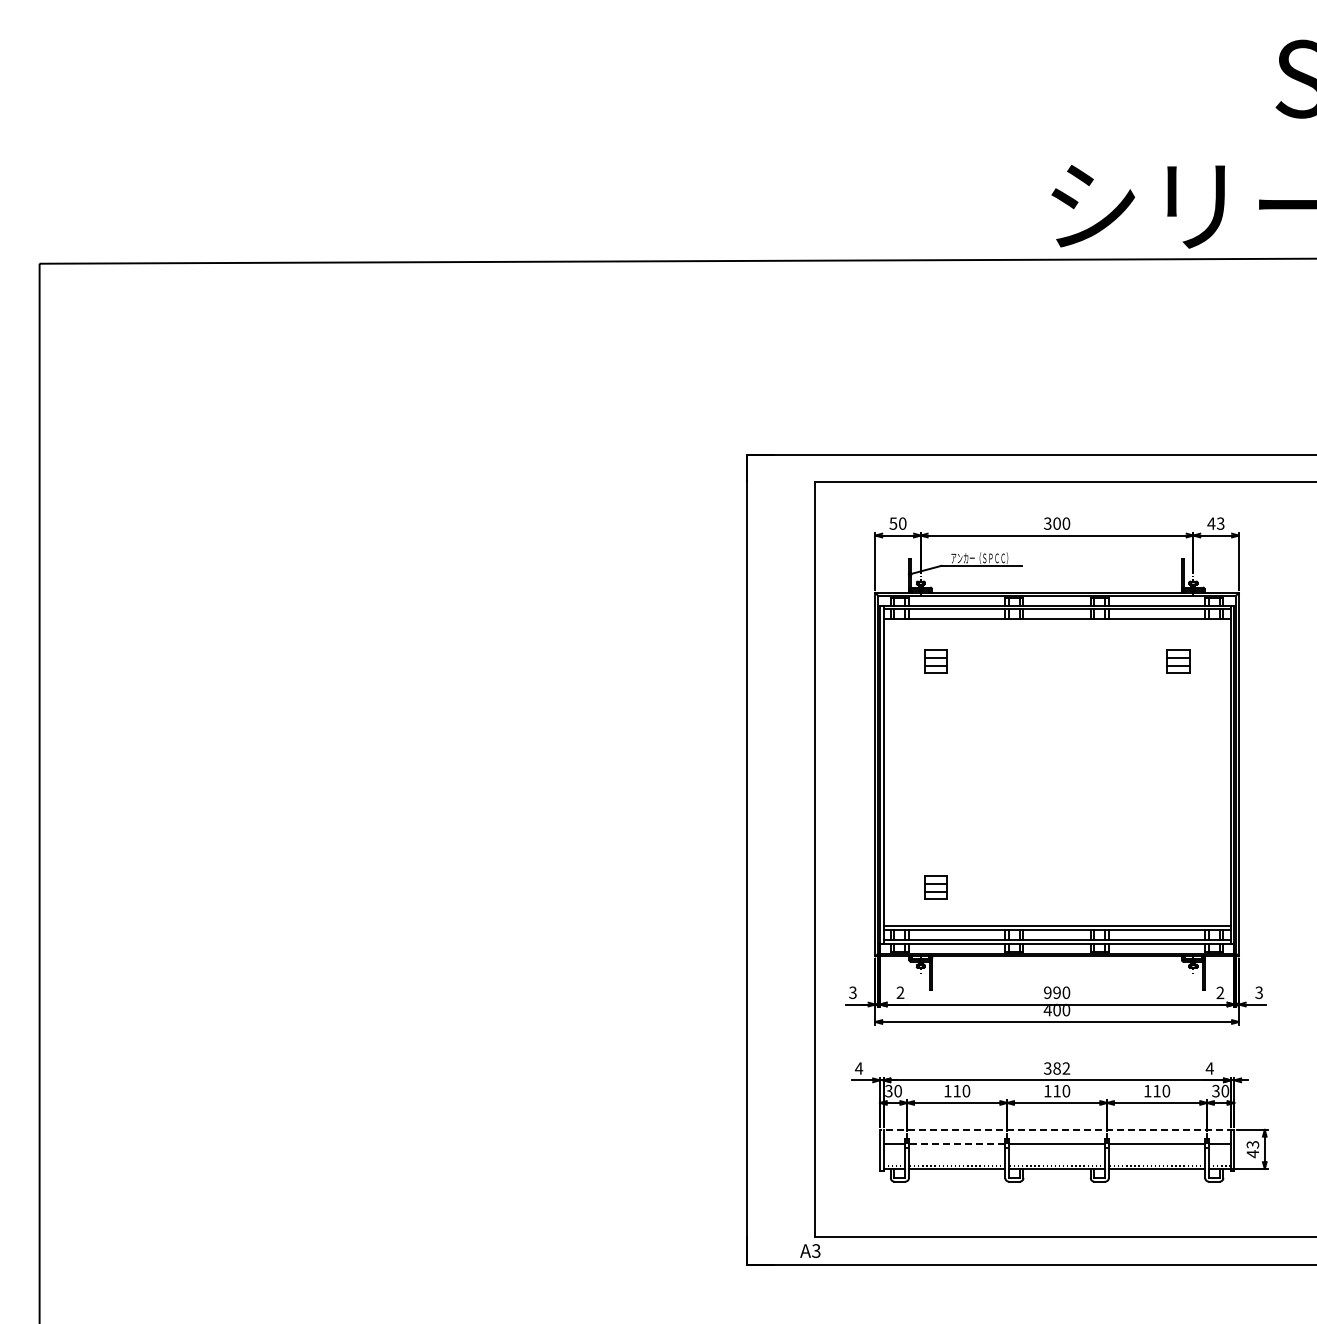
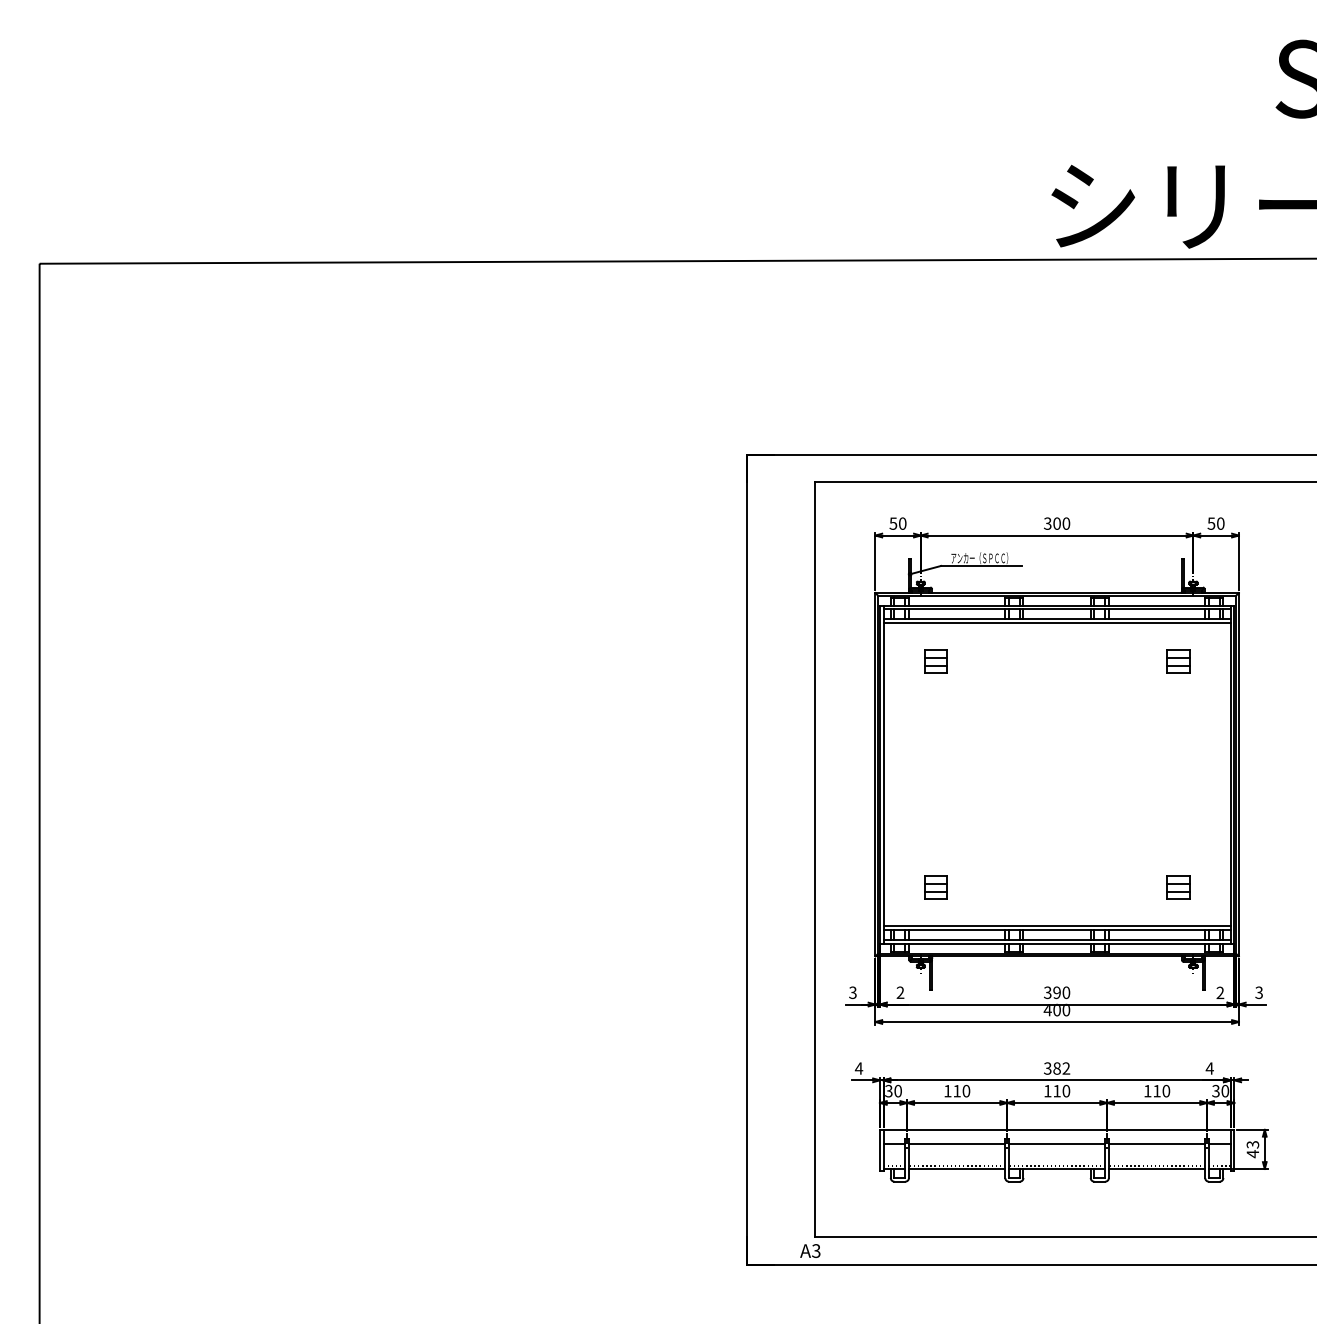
text at (1215, 523): 43 -> 50
line at (1056, 622): none -> present
part at (1178, 887): none -> present
text at (1047, 992): 990 -> 390
line at (1056, 1129): dashed -> solid
line at (956, 1143): dashed -> solid
